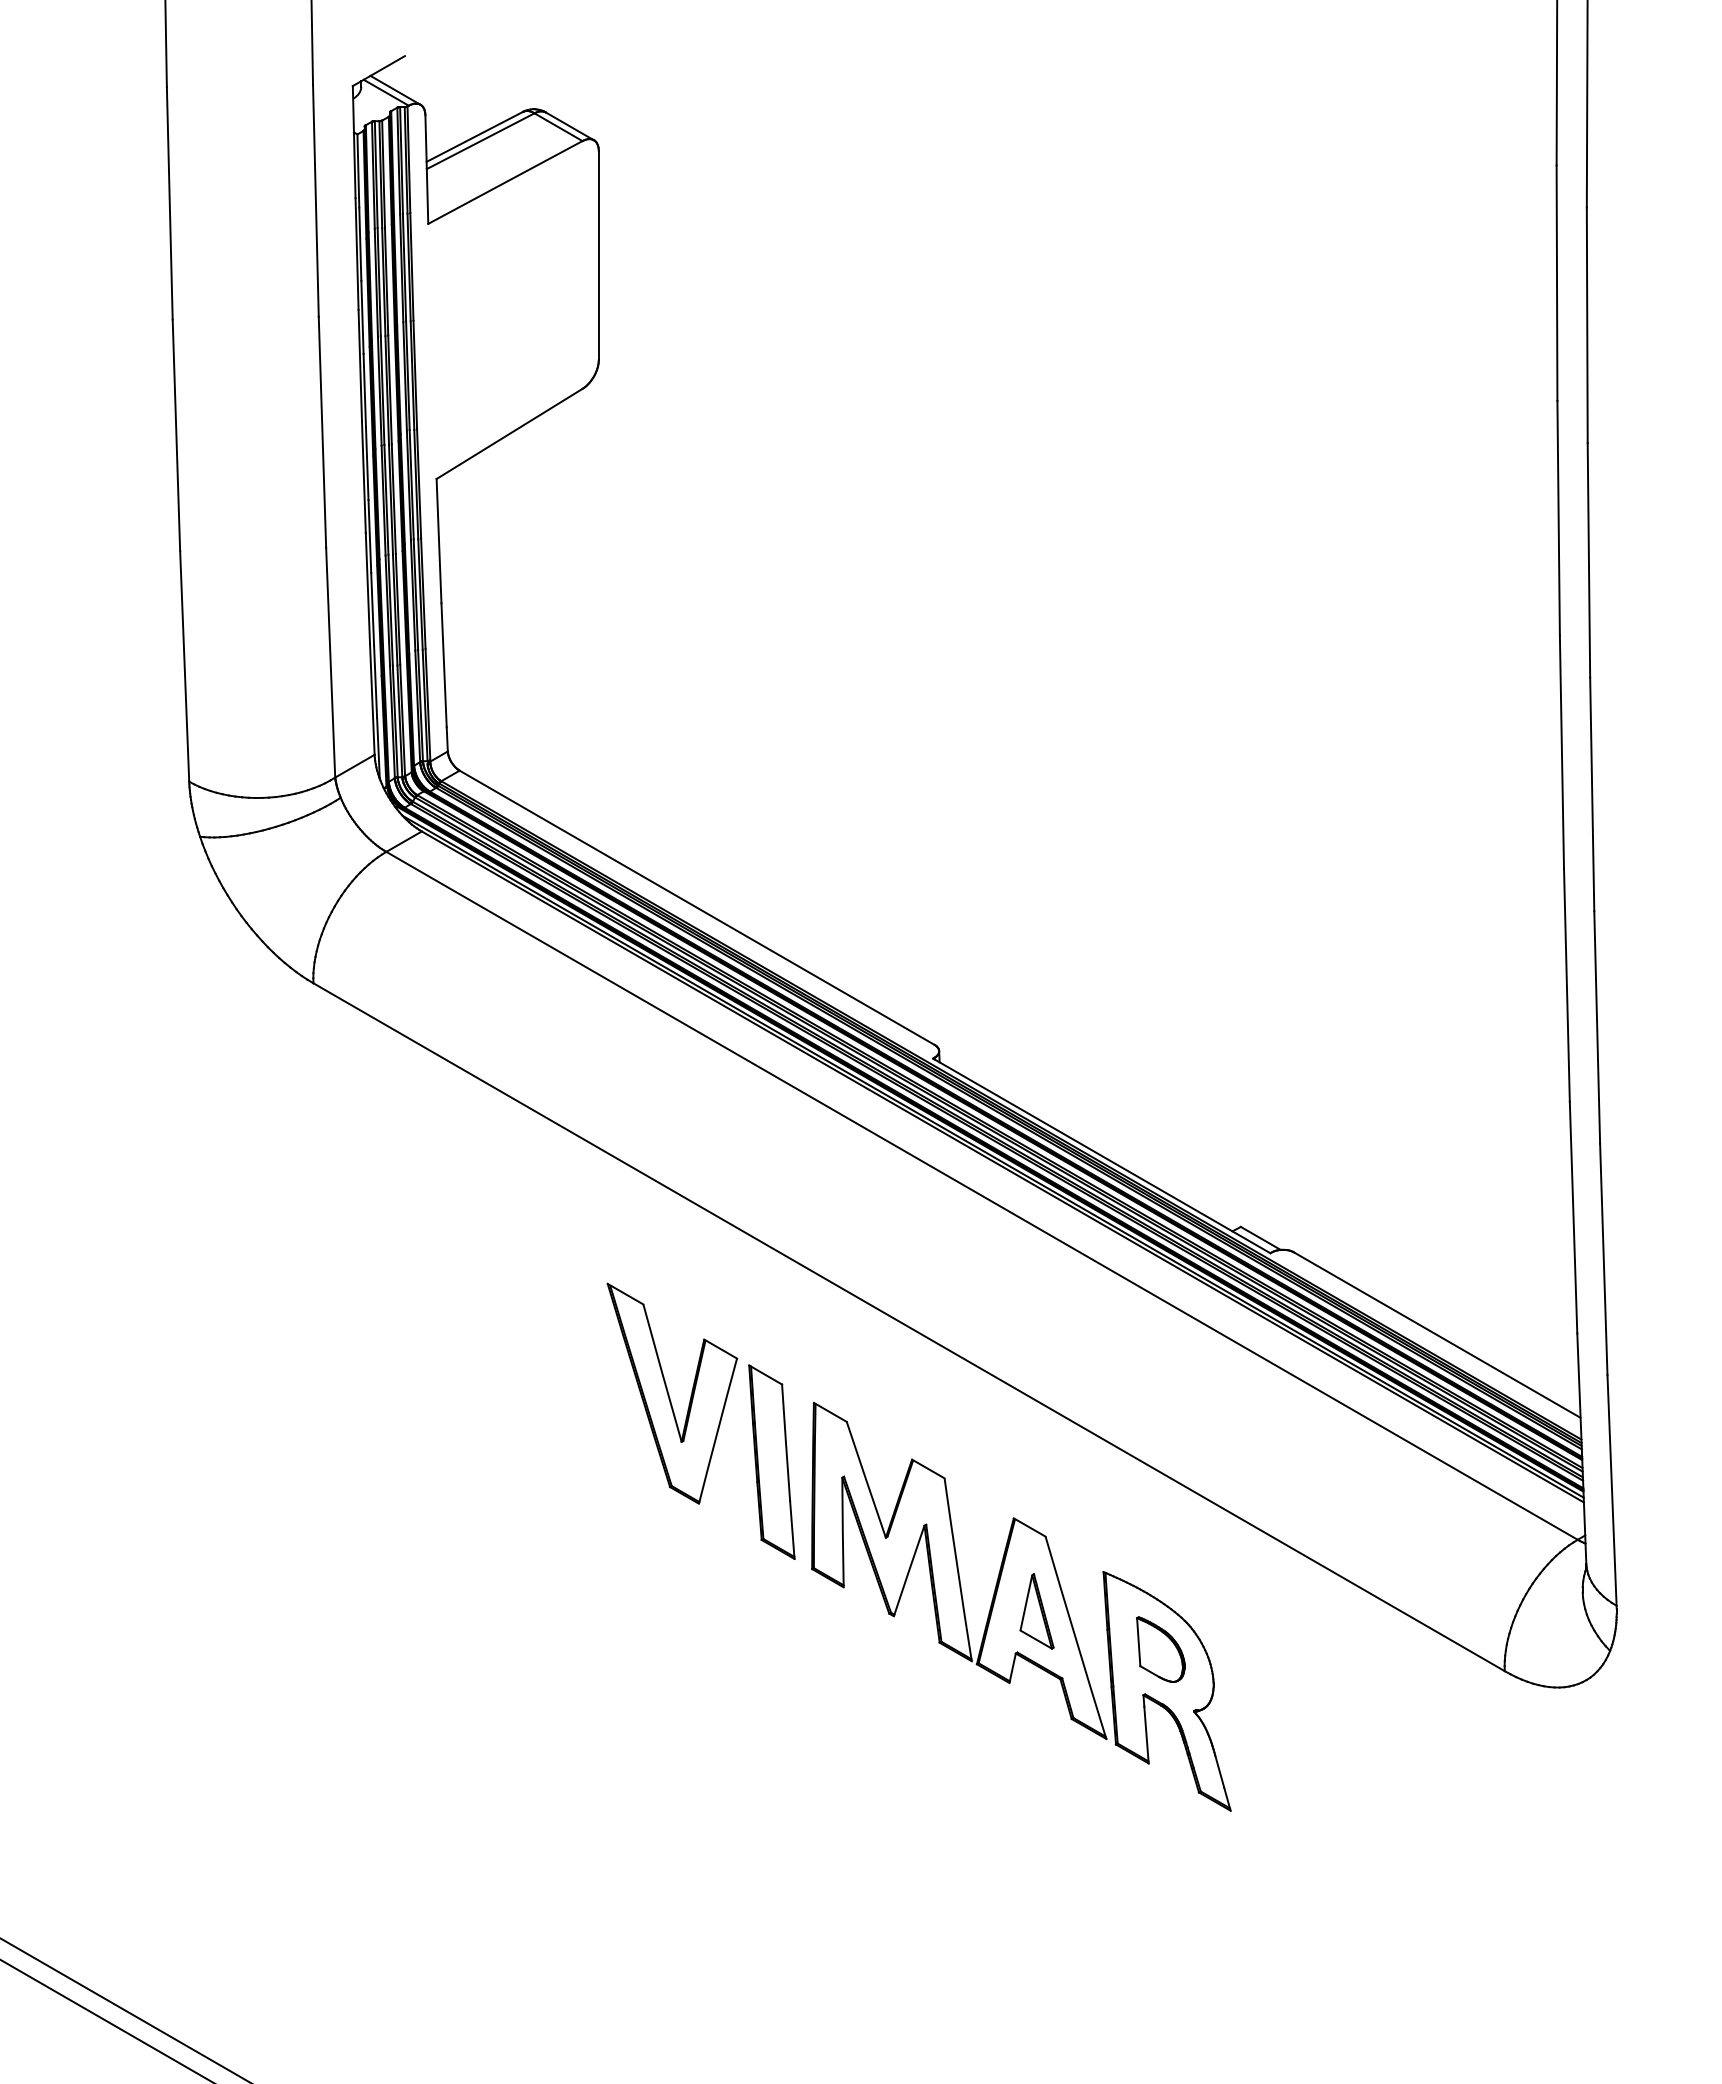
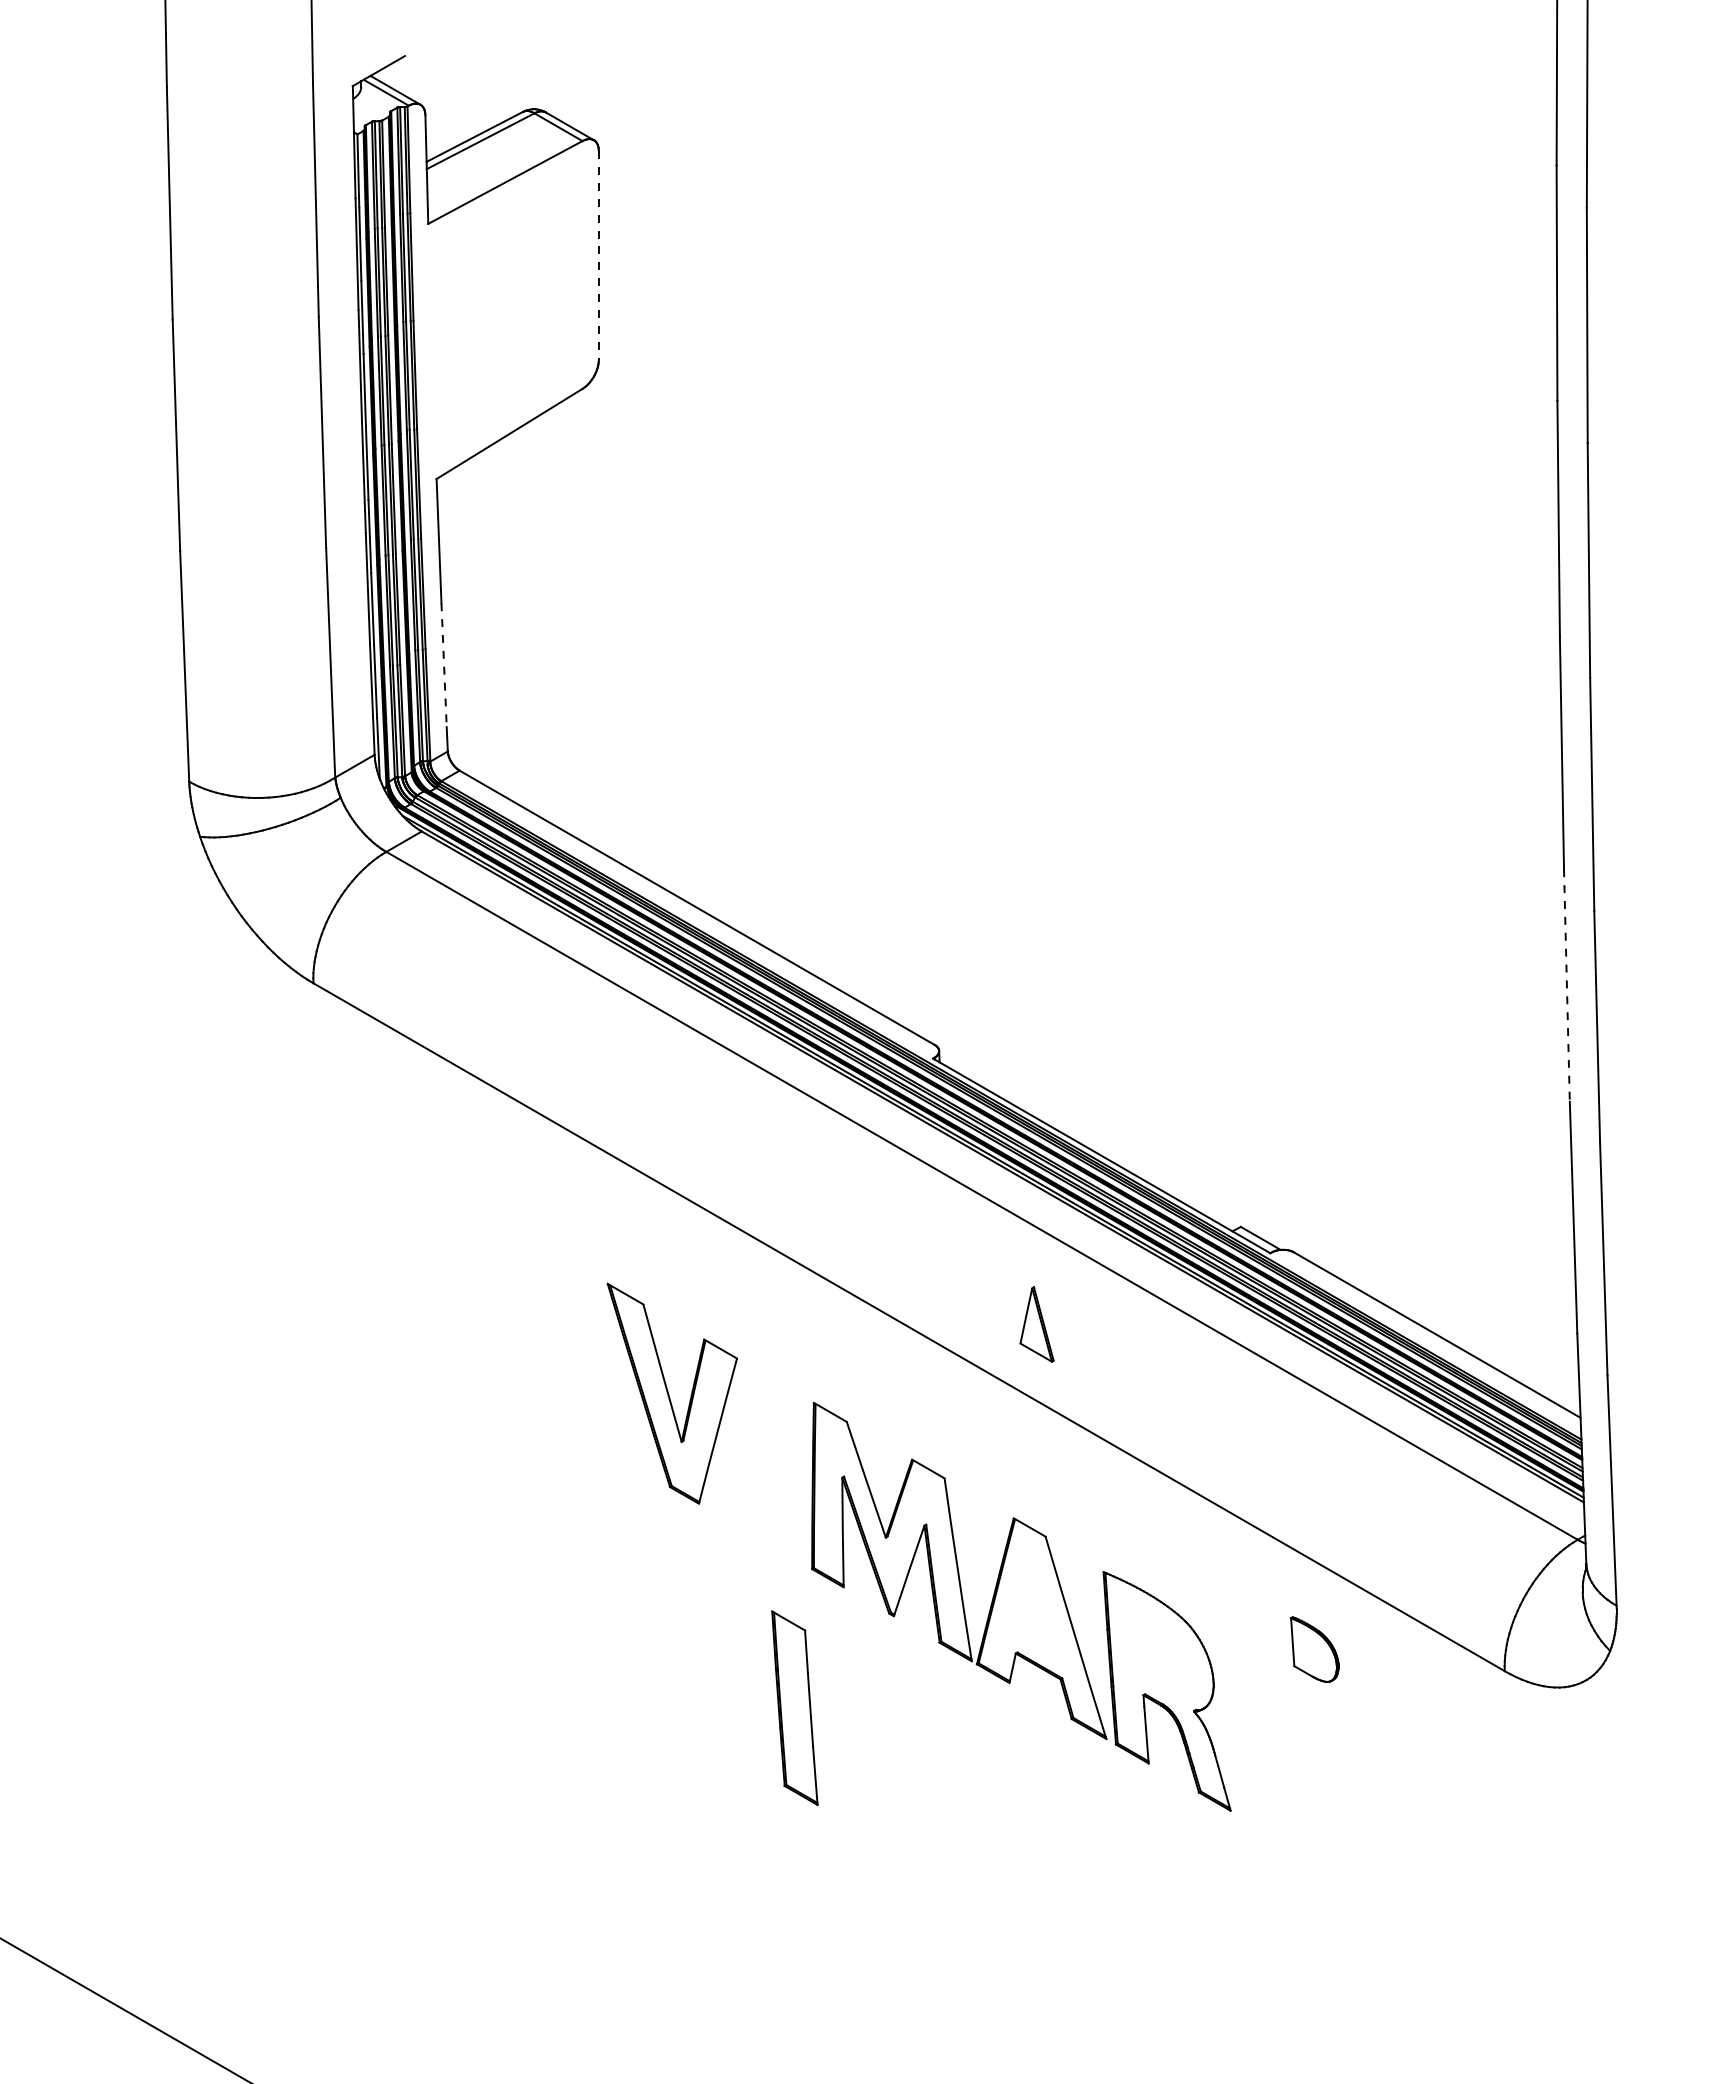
line at (598, 256): solid -> dashed
line at (444, 665): solid -> dashed
line at (1566, 986): solid -> dashed
part at (771, 1461) position: (771, 1461) -> (794, 1707)
part at (1036, 1611) position: (1036, 1611) -> (1036, 1324)
part at (1160, 1649) position: (1160, 1649) -> (1314, 1649)
line at (105, 2020): present -> none
